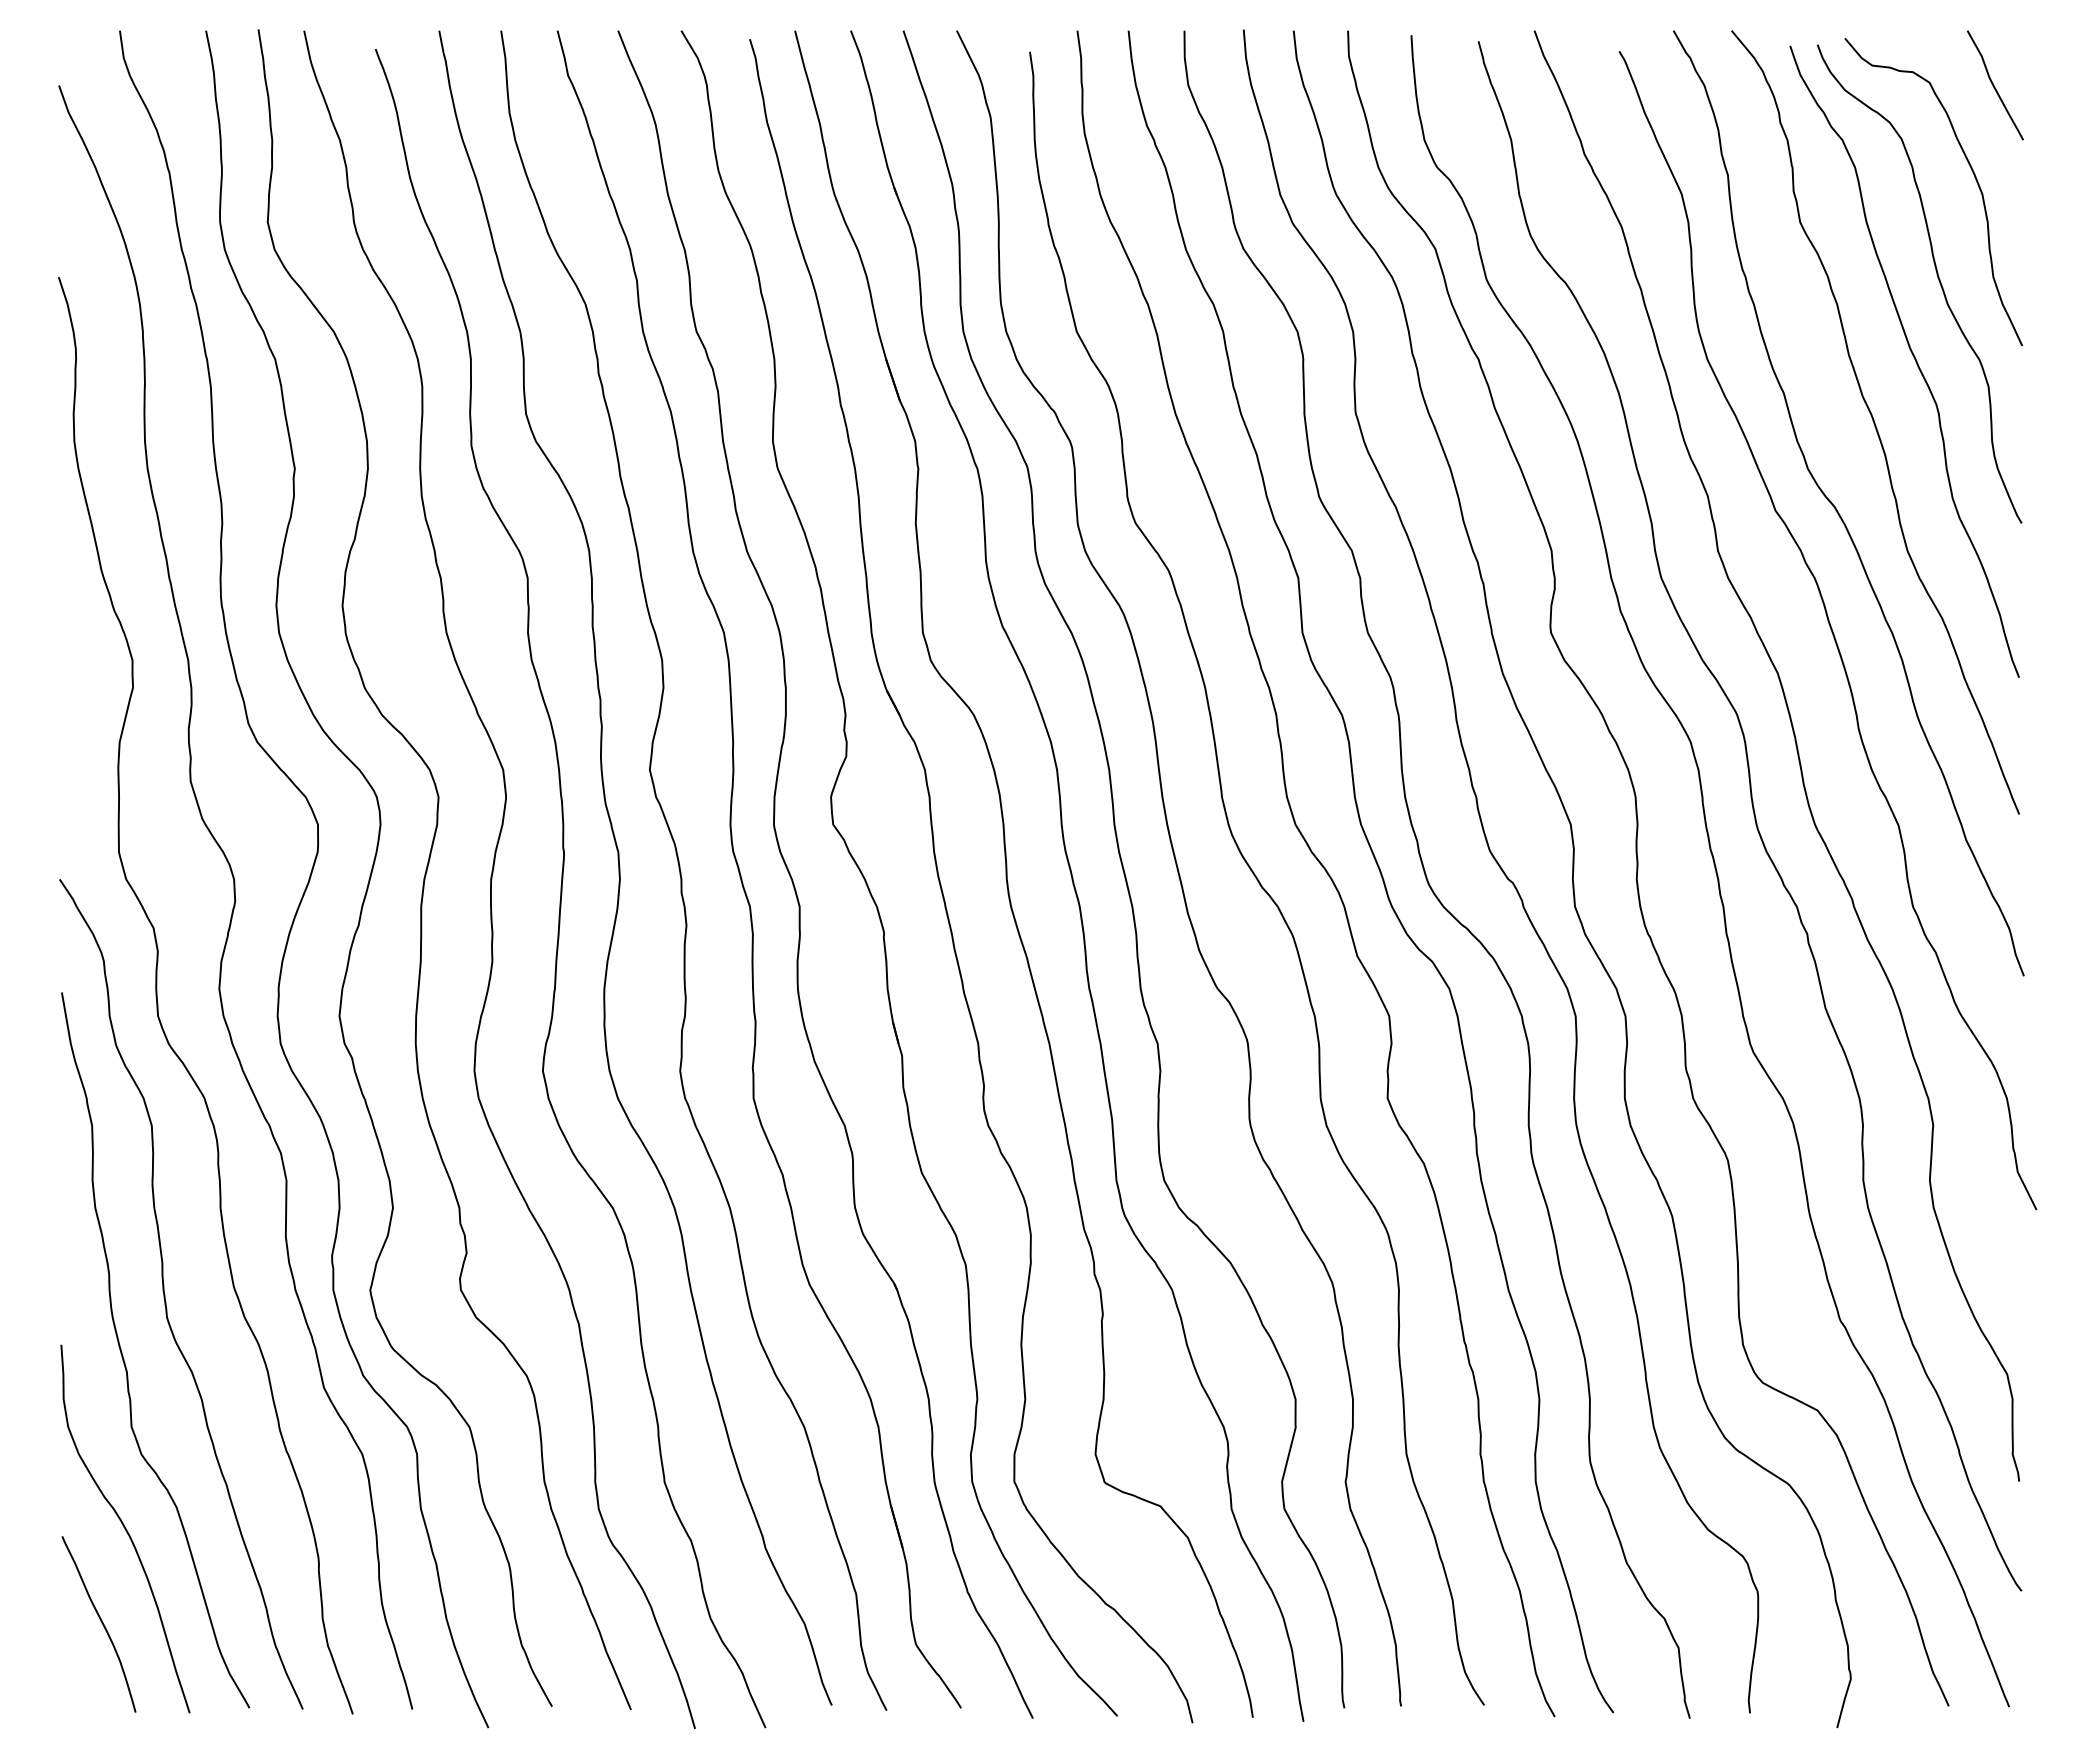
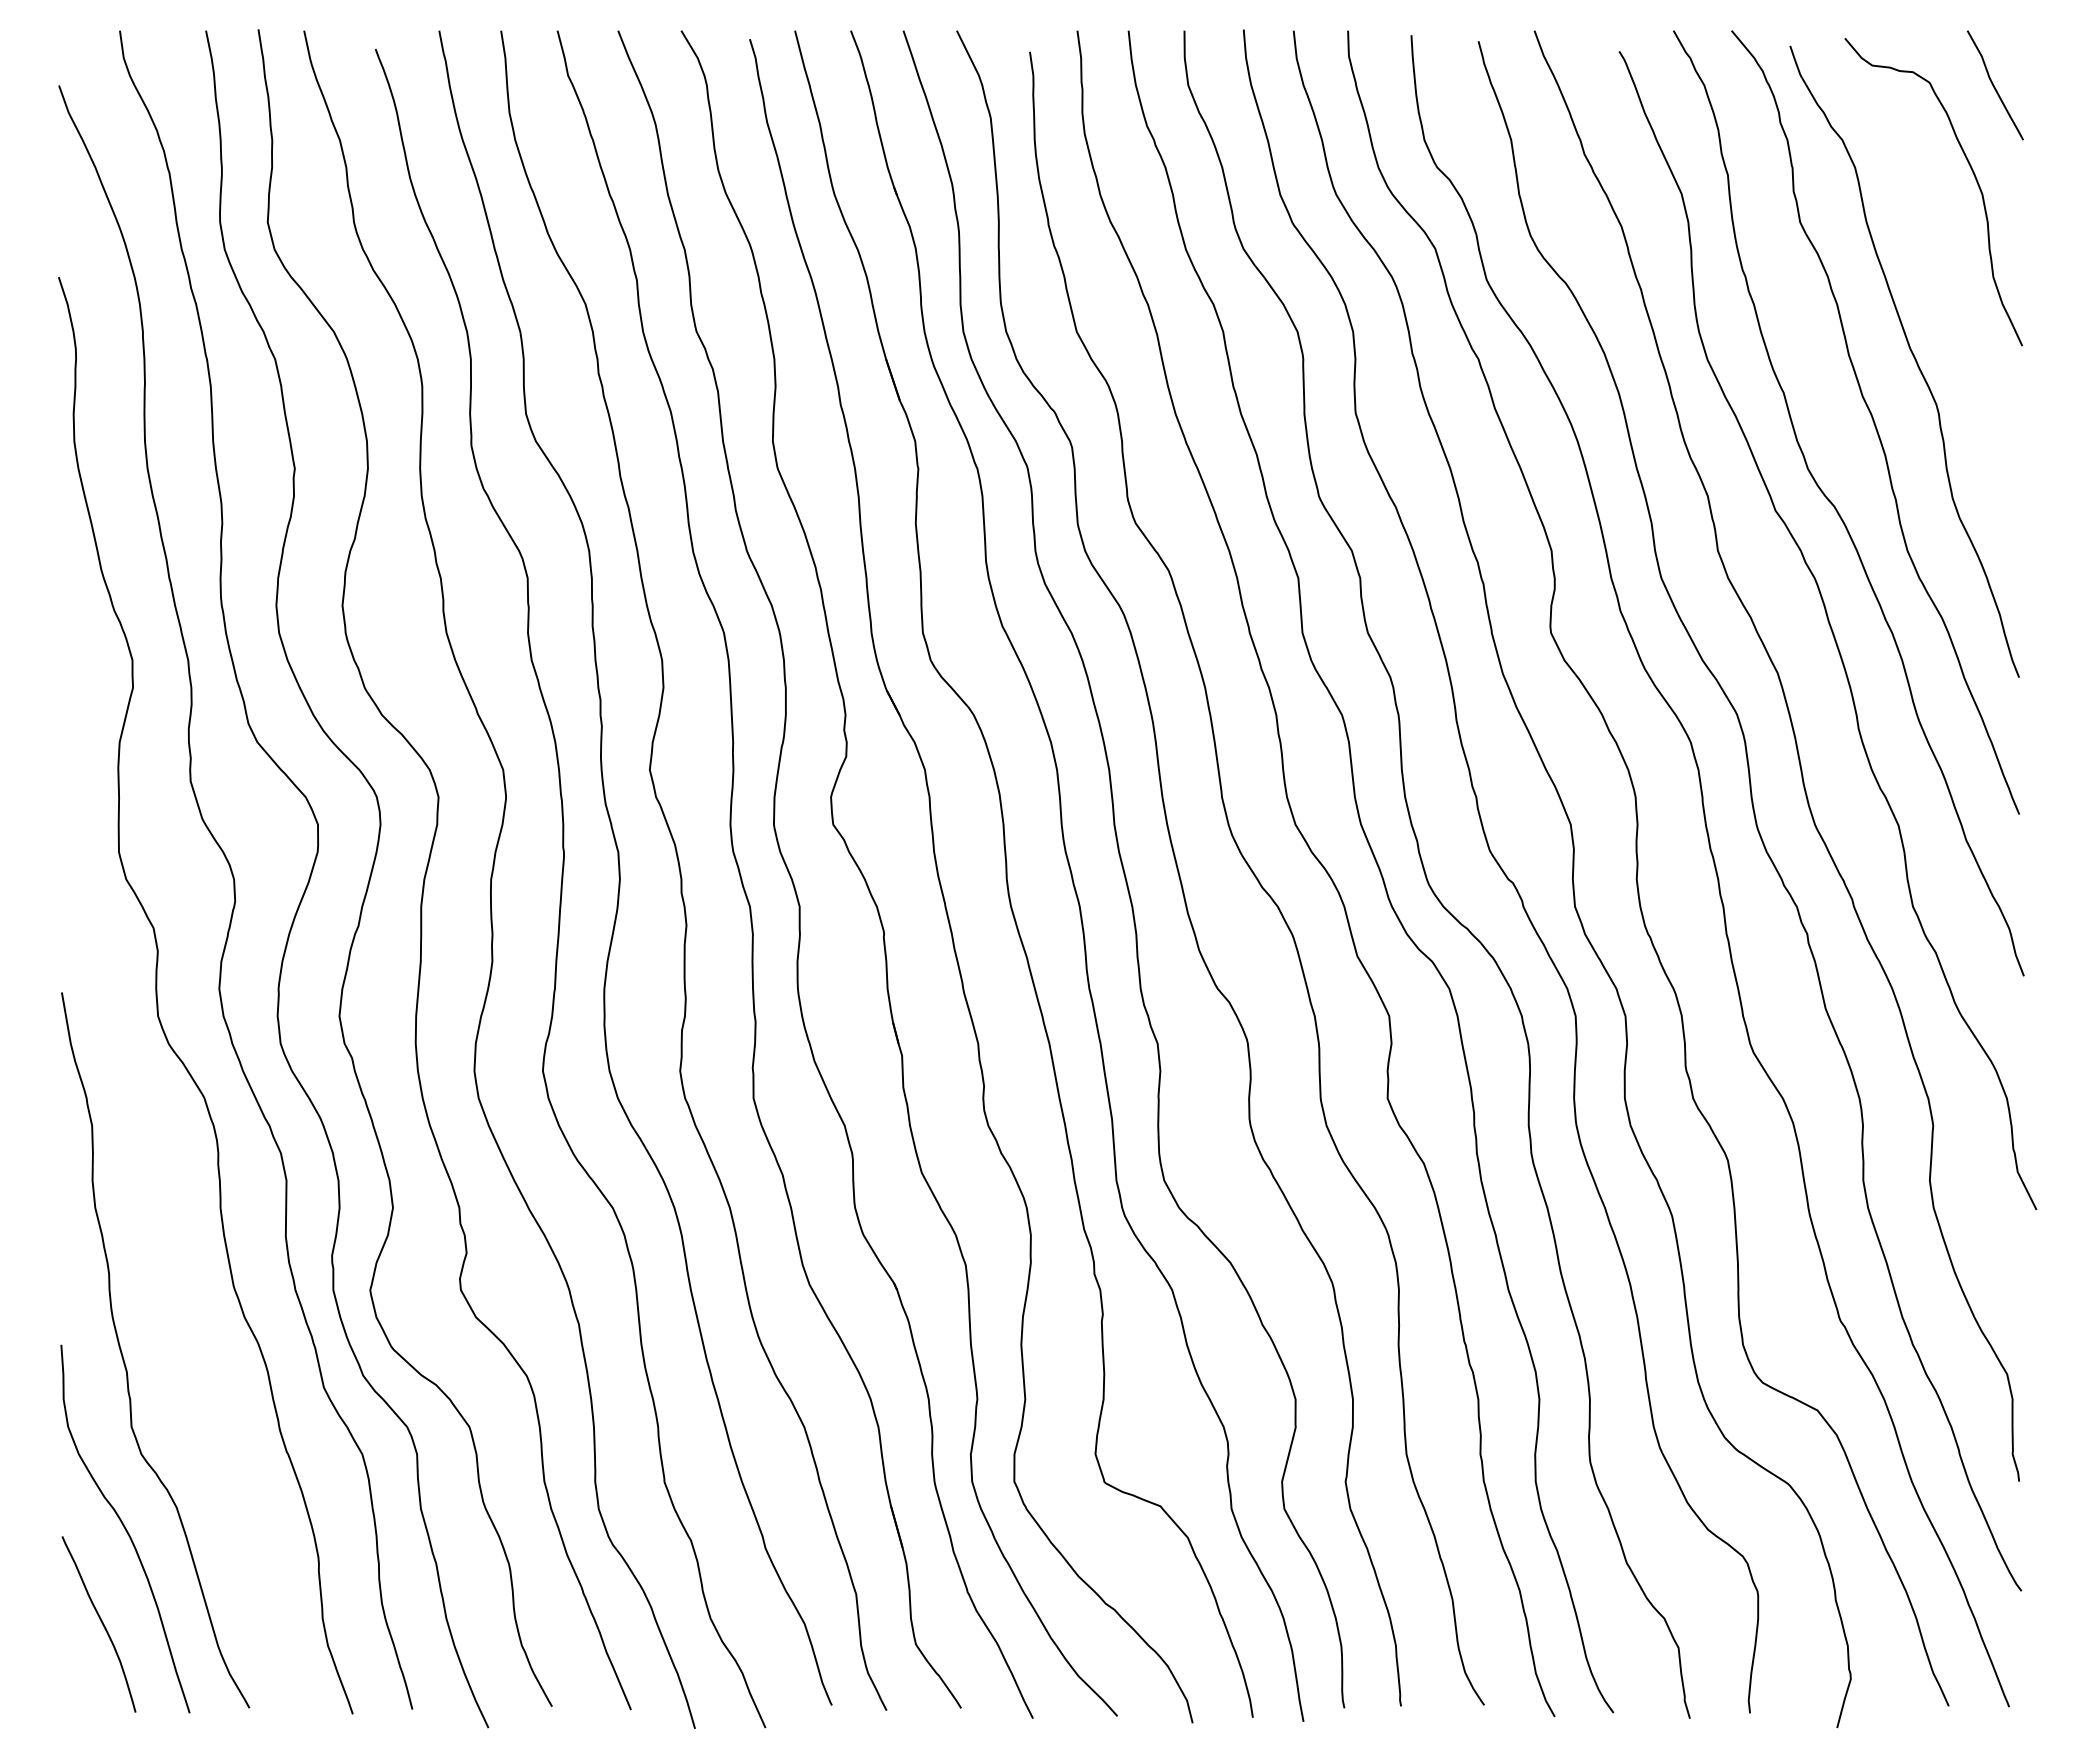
curve at (1937, 278): present -> none
curve at (165, 1294): present -> none
